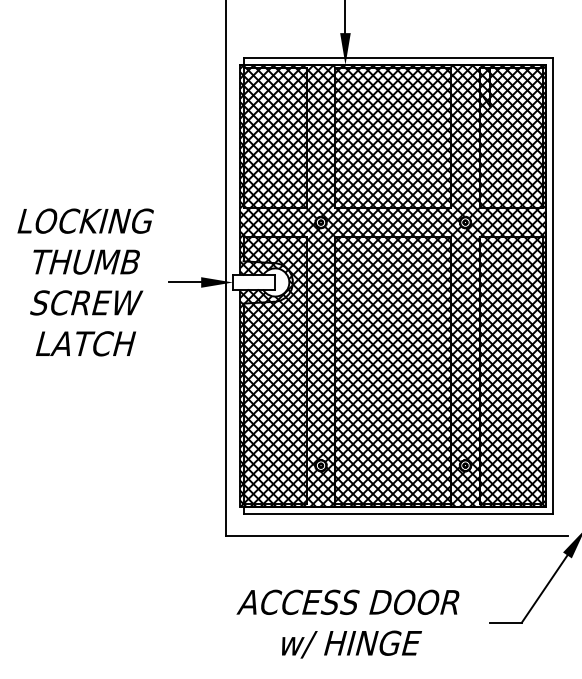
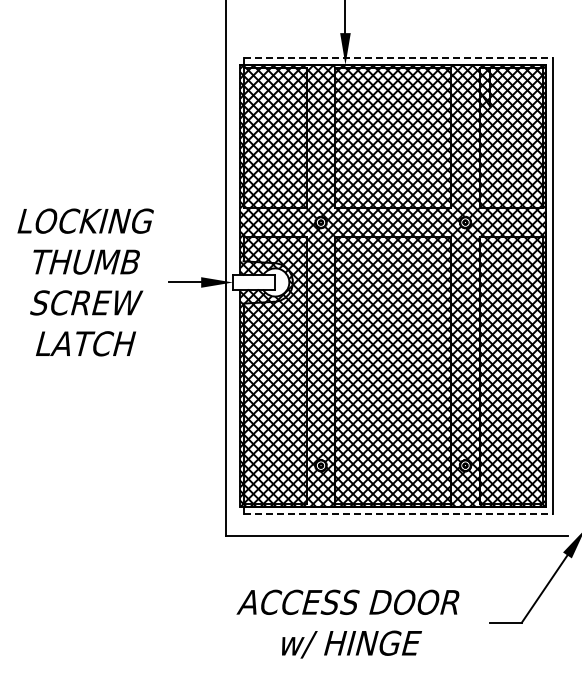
line at (398, 57): solid -> dashed
line at (398, 514): solid -> dashed
